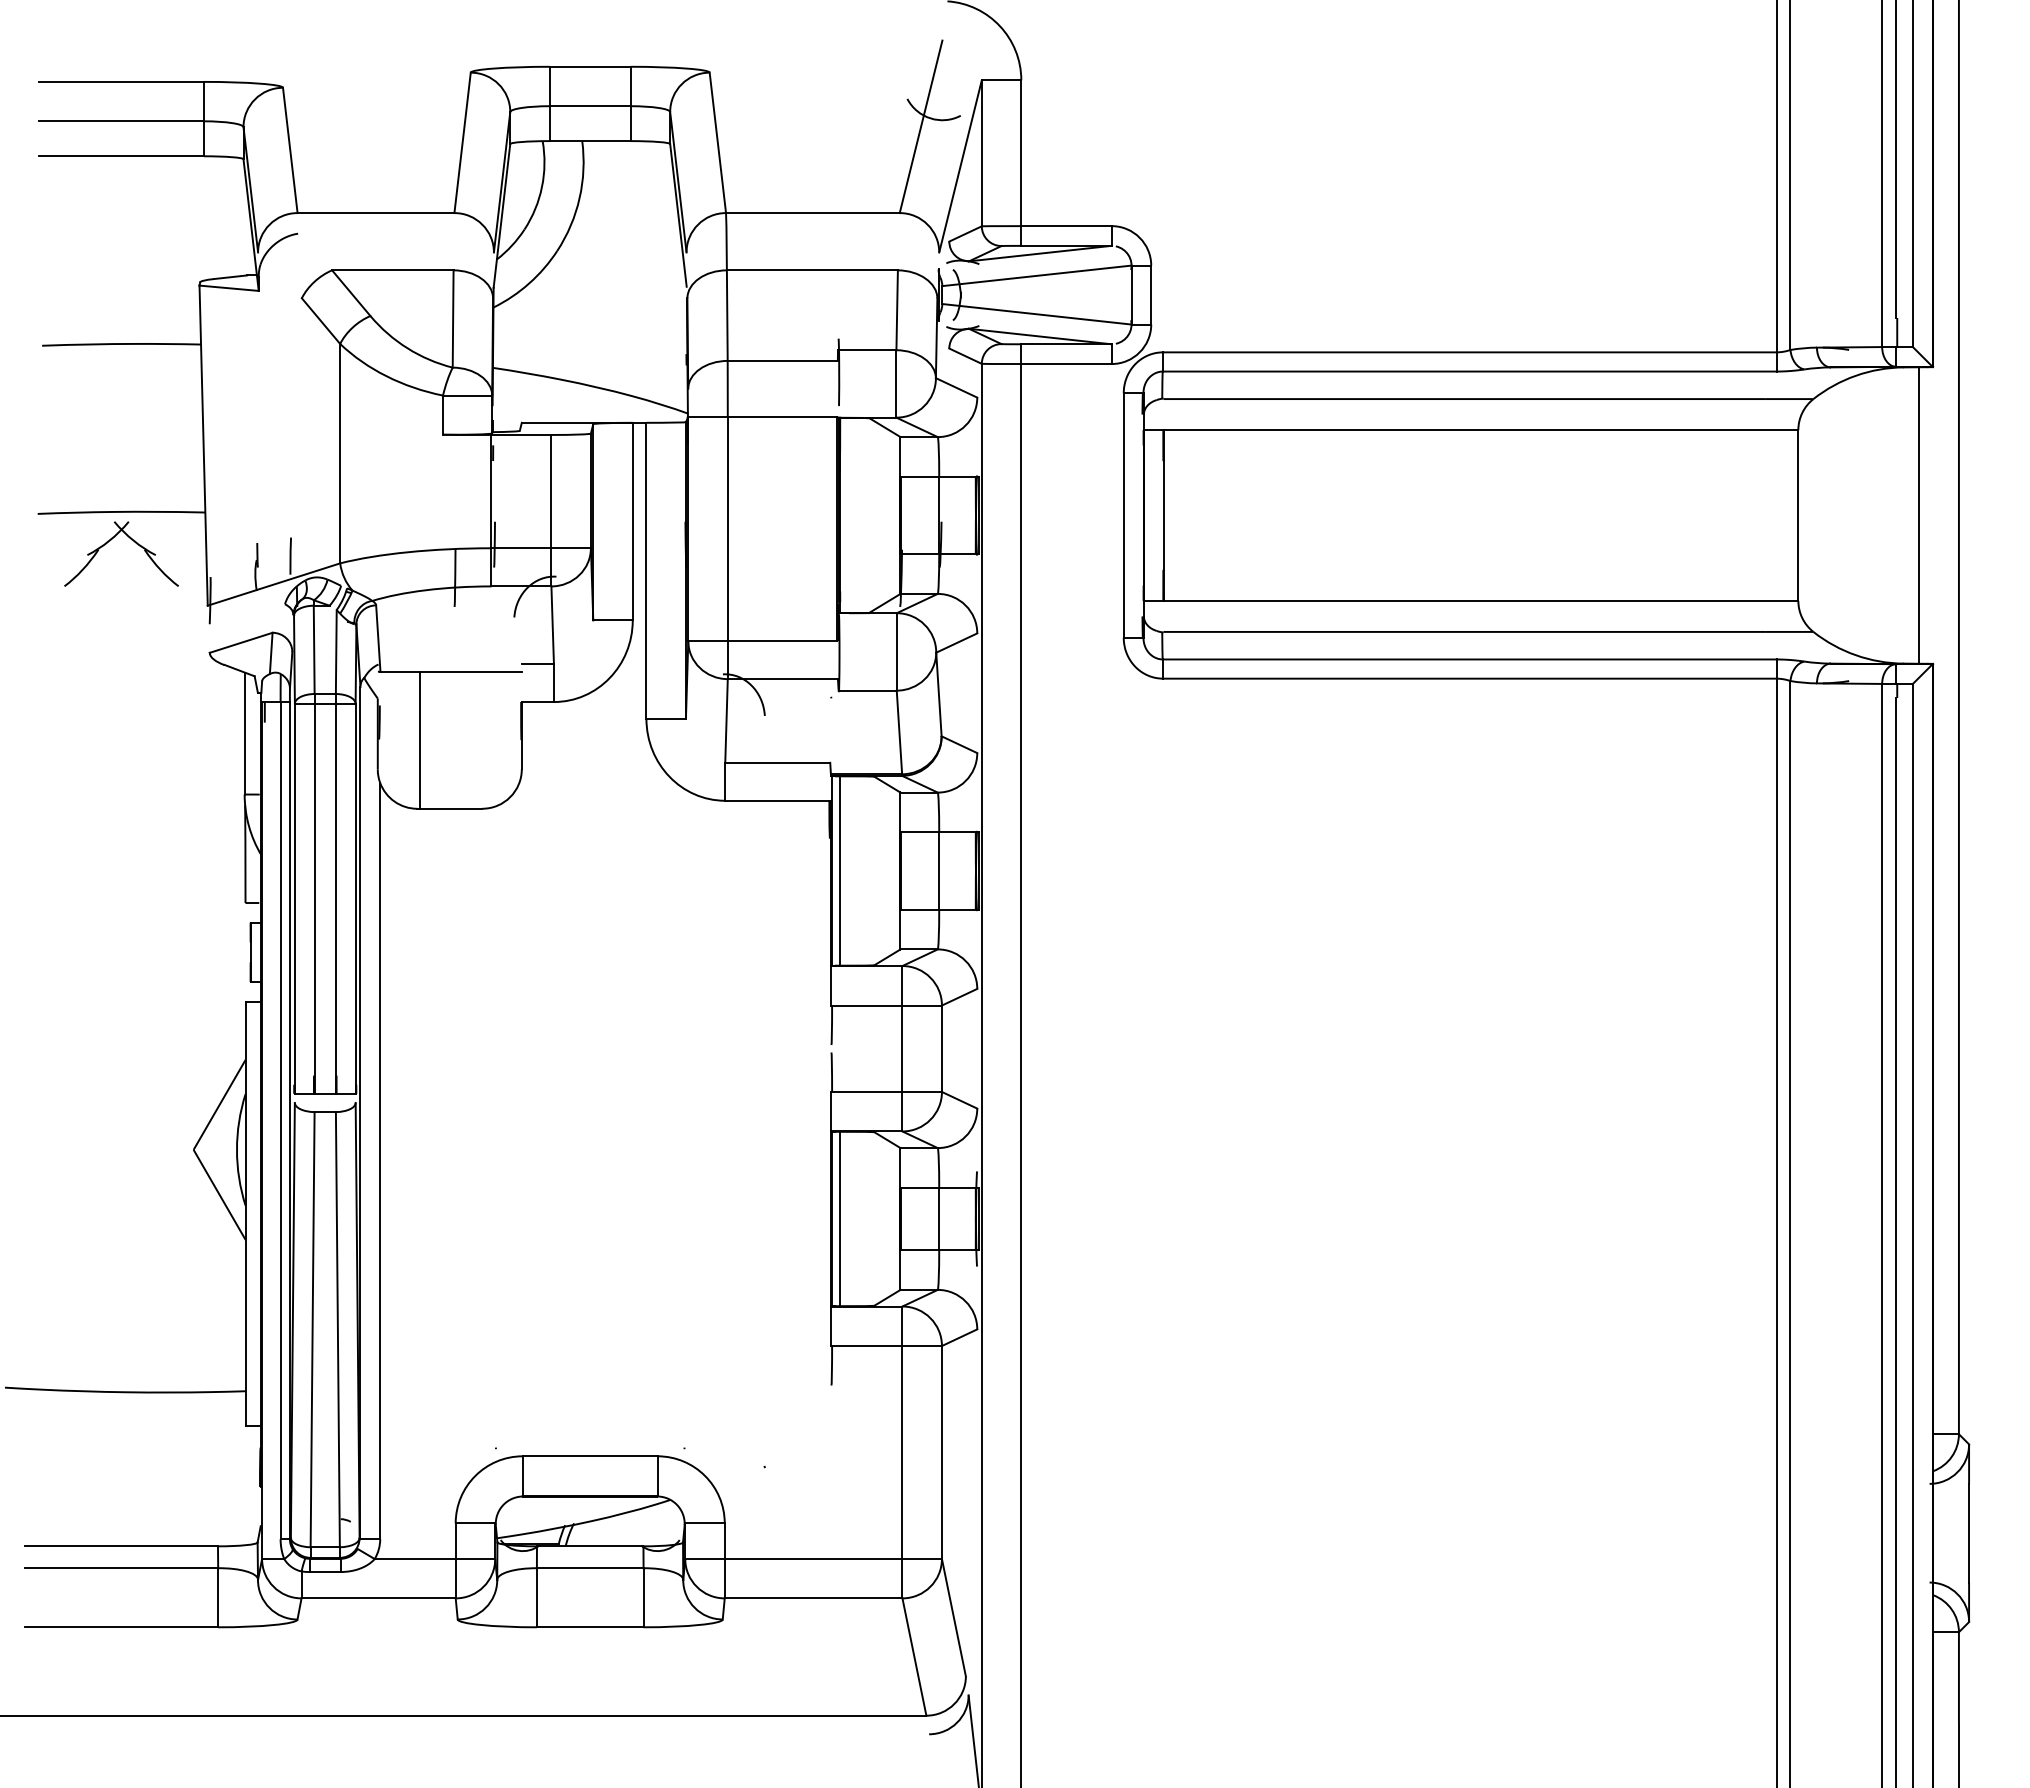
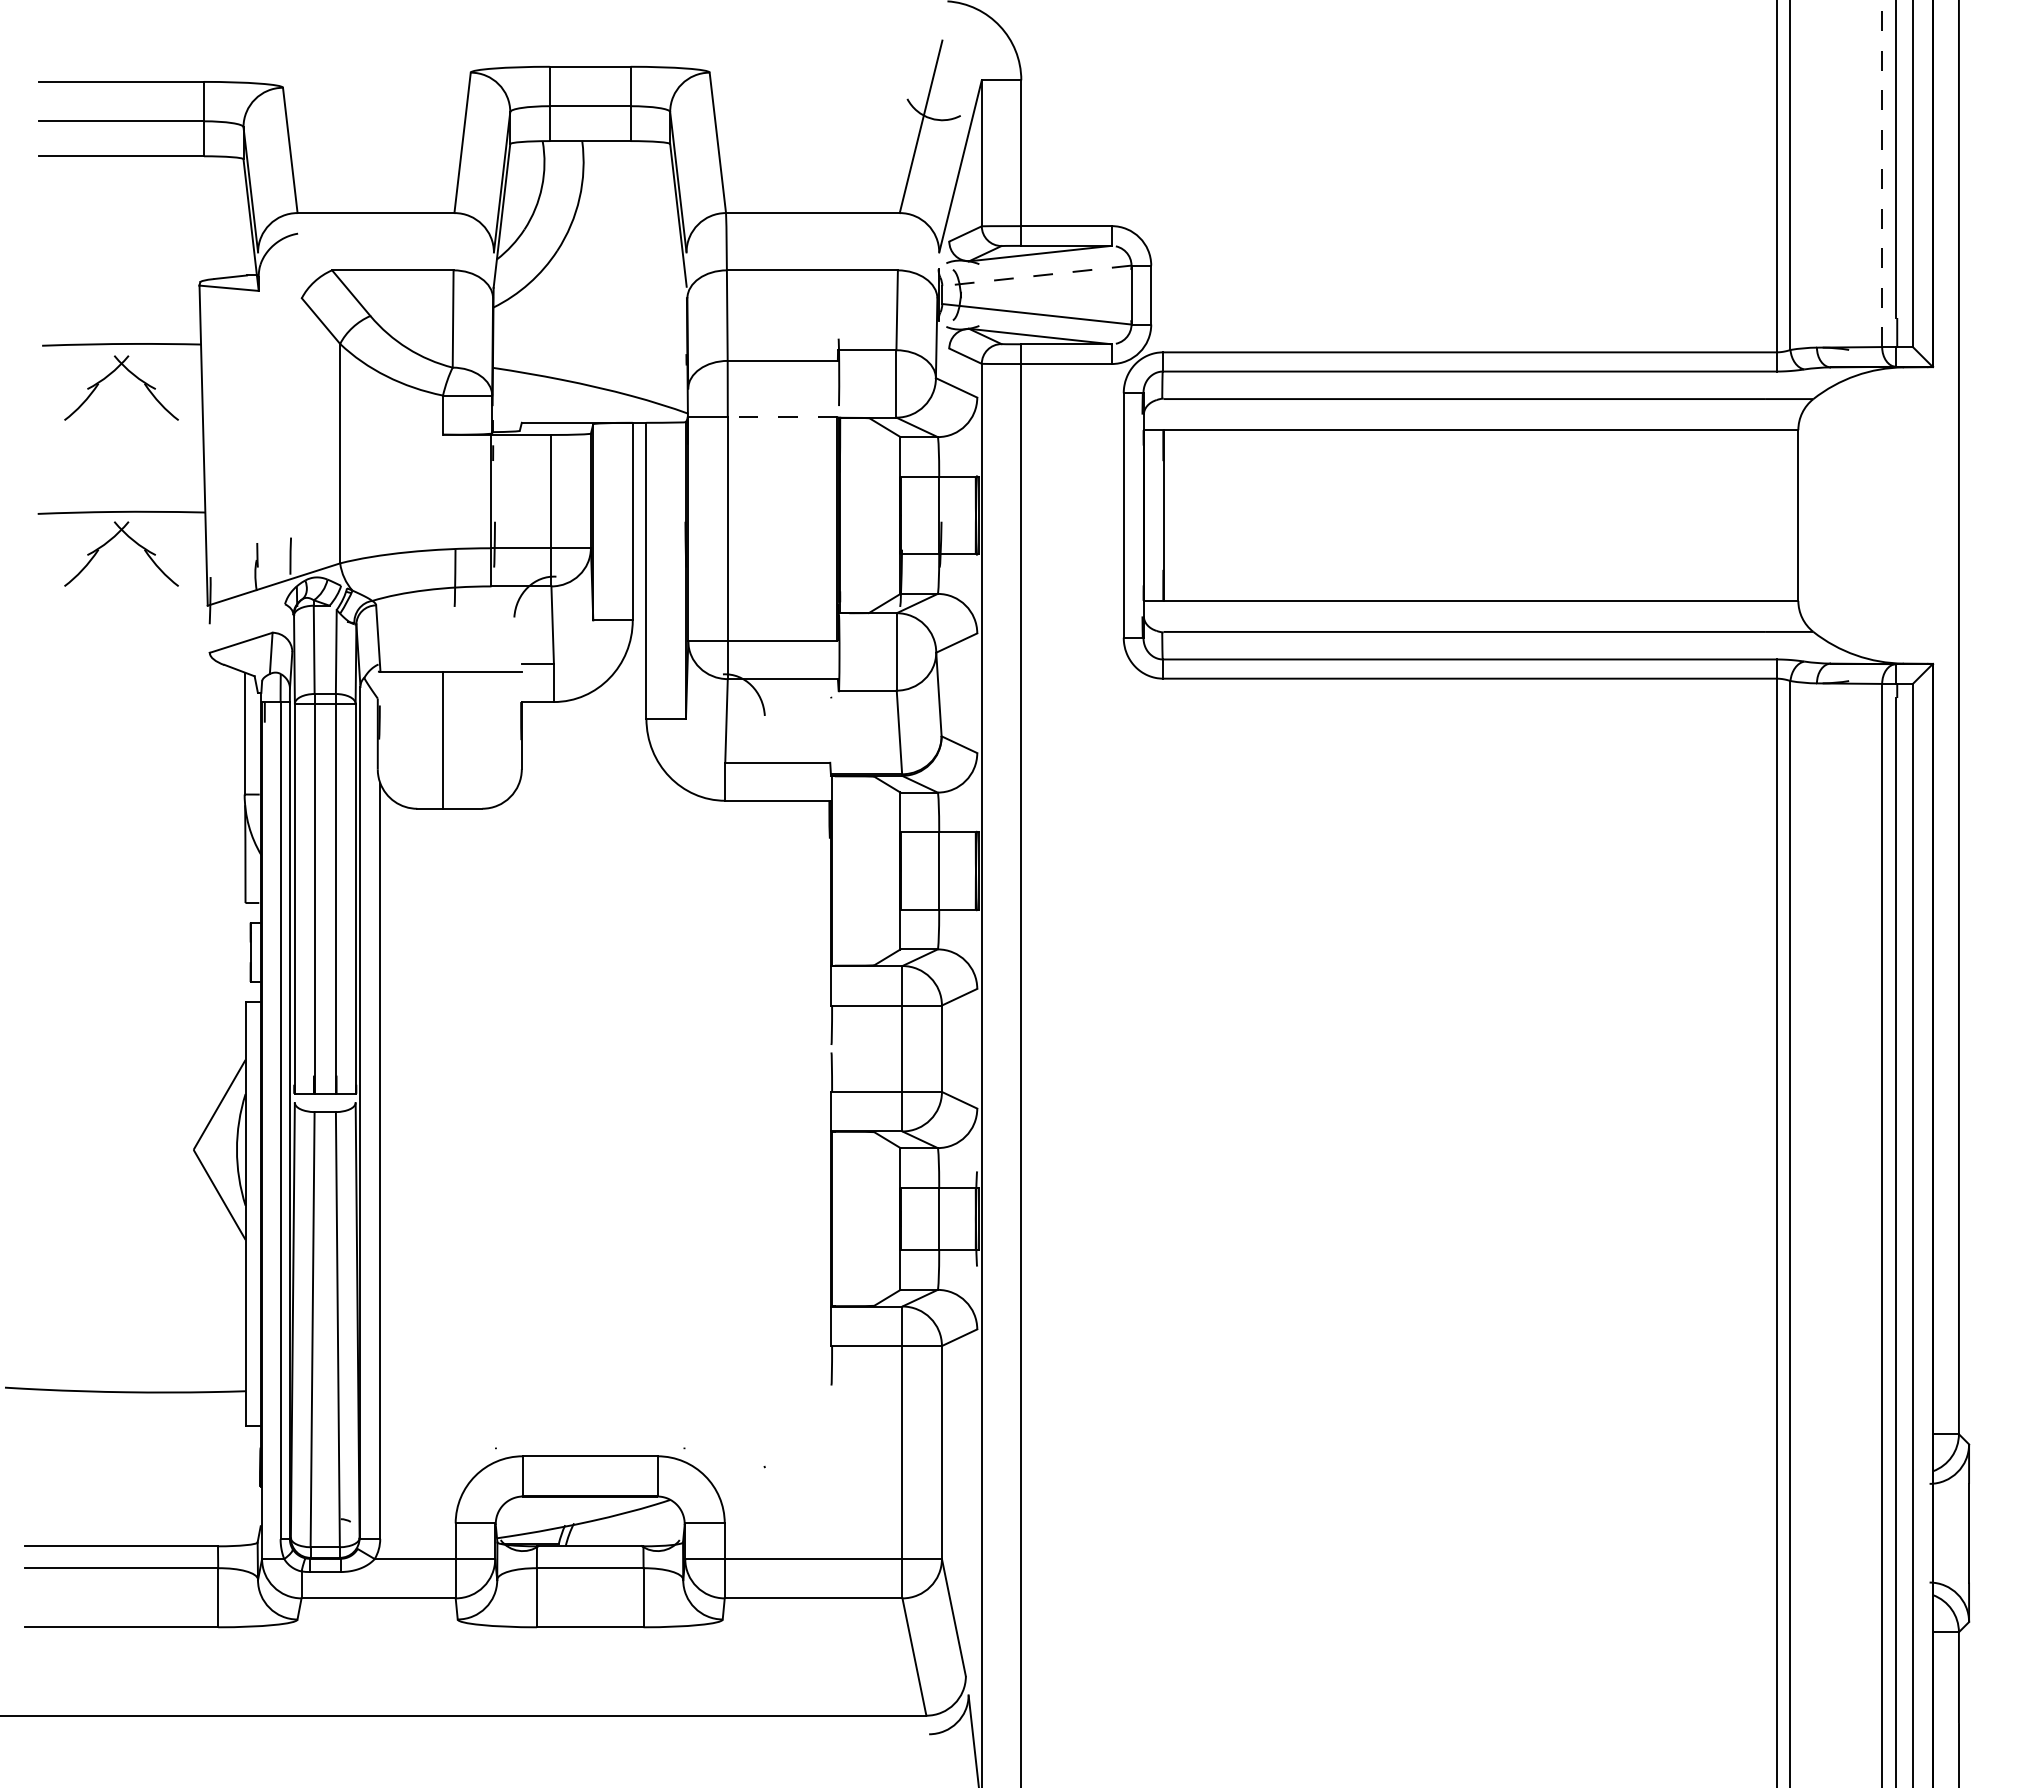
line at (1882, 173): solid -> dashed
line at (1036, 275): solid -> dashed
part at (110, 375): none -> present
line at (782, 416): solid -> dashed
line at (1919, 515): present -> none
line at (420, 739) position: (420, 739) -> (443, 739)
line at (839, 870): present -> none
line at (839, 1218): present -> none
